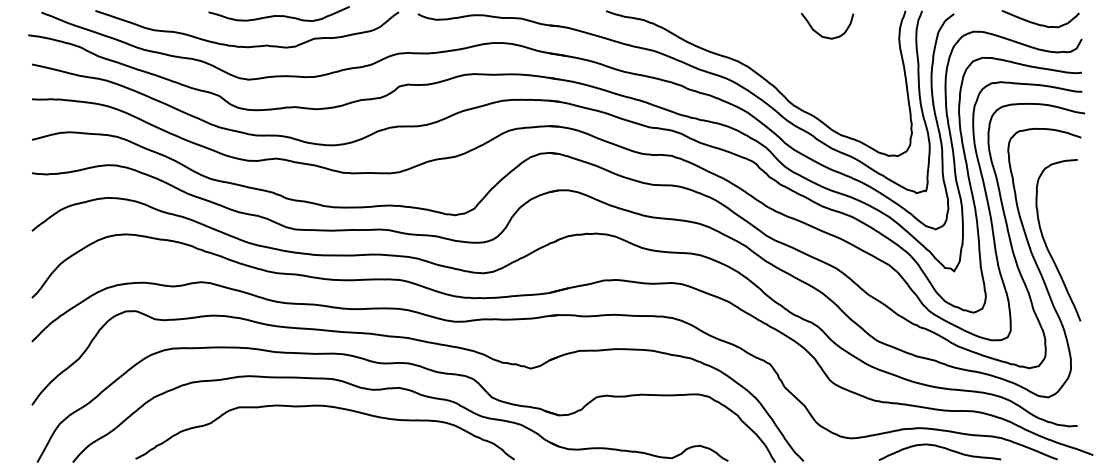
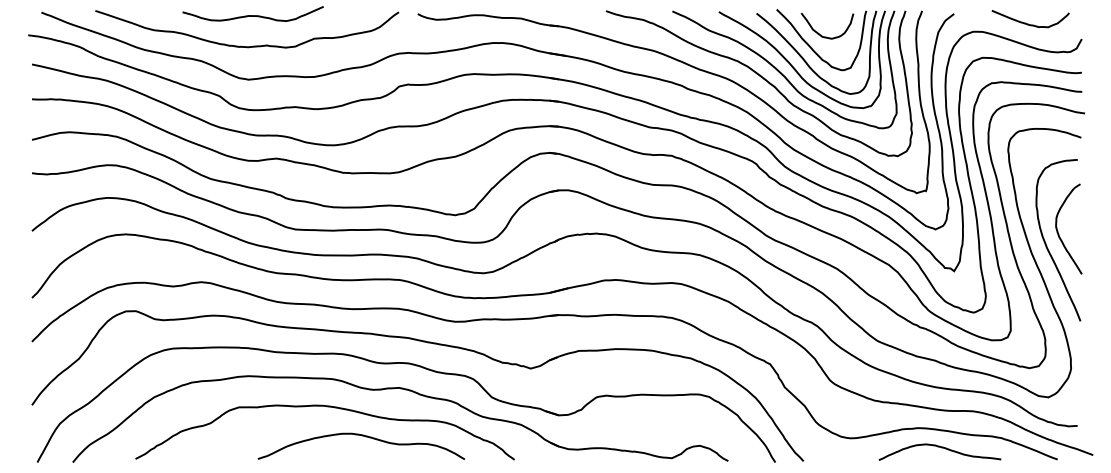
curve at (278, 15) position: (278, 15) -> (252, 15)
curve at (1038, 23) position: (1038, 23) -> (1028, 23)
part at (784, 69): none -> present
curve at (1058, 231): none -> present
curve at (365, 437): none -> present
